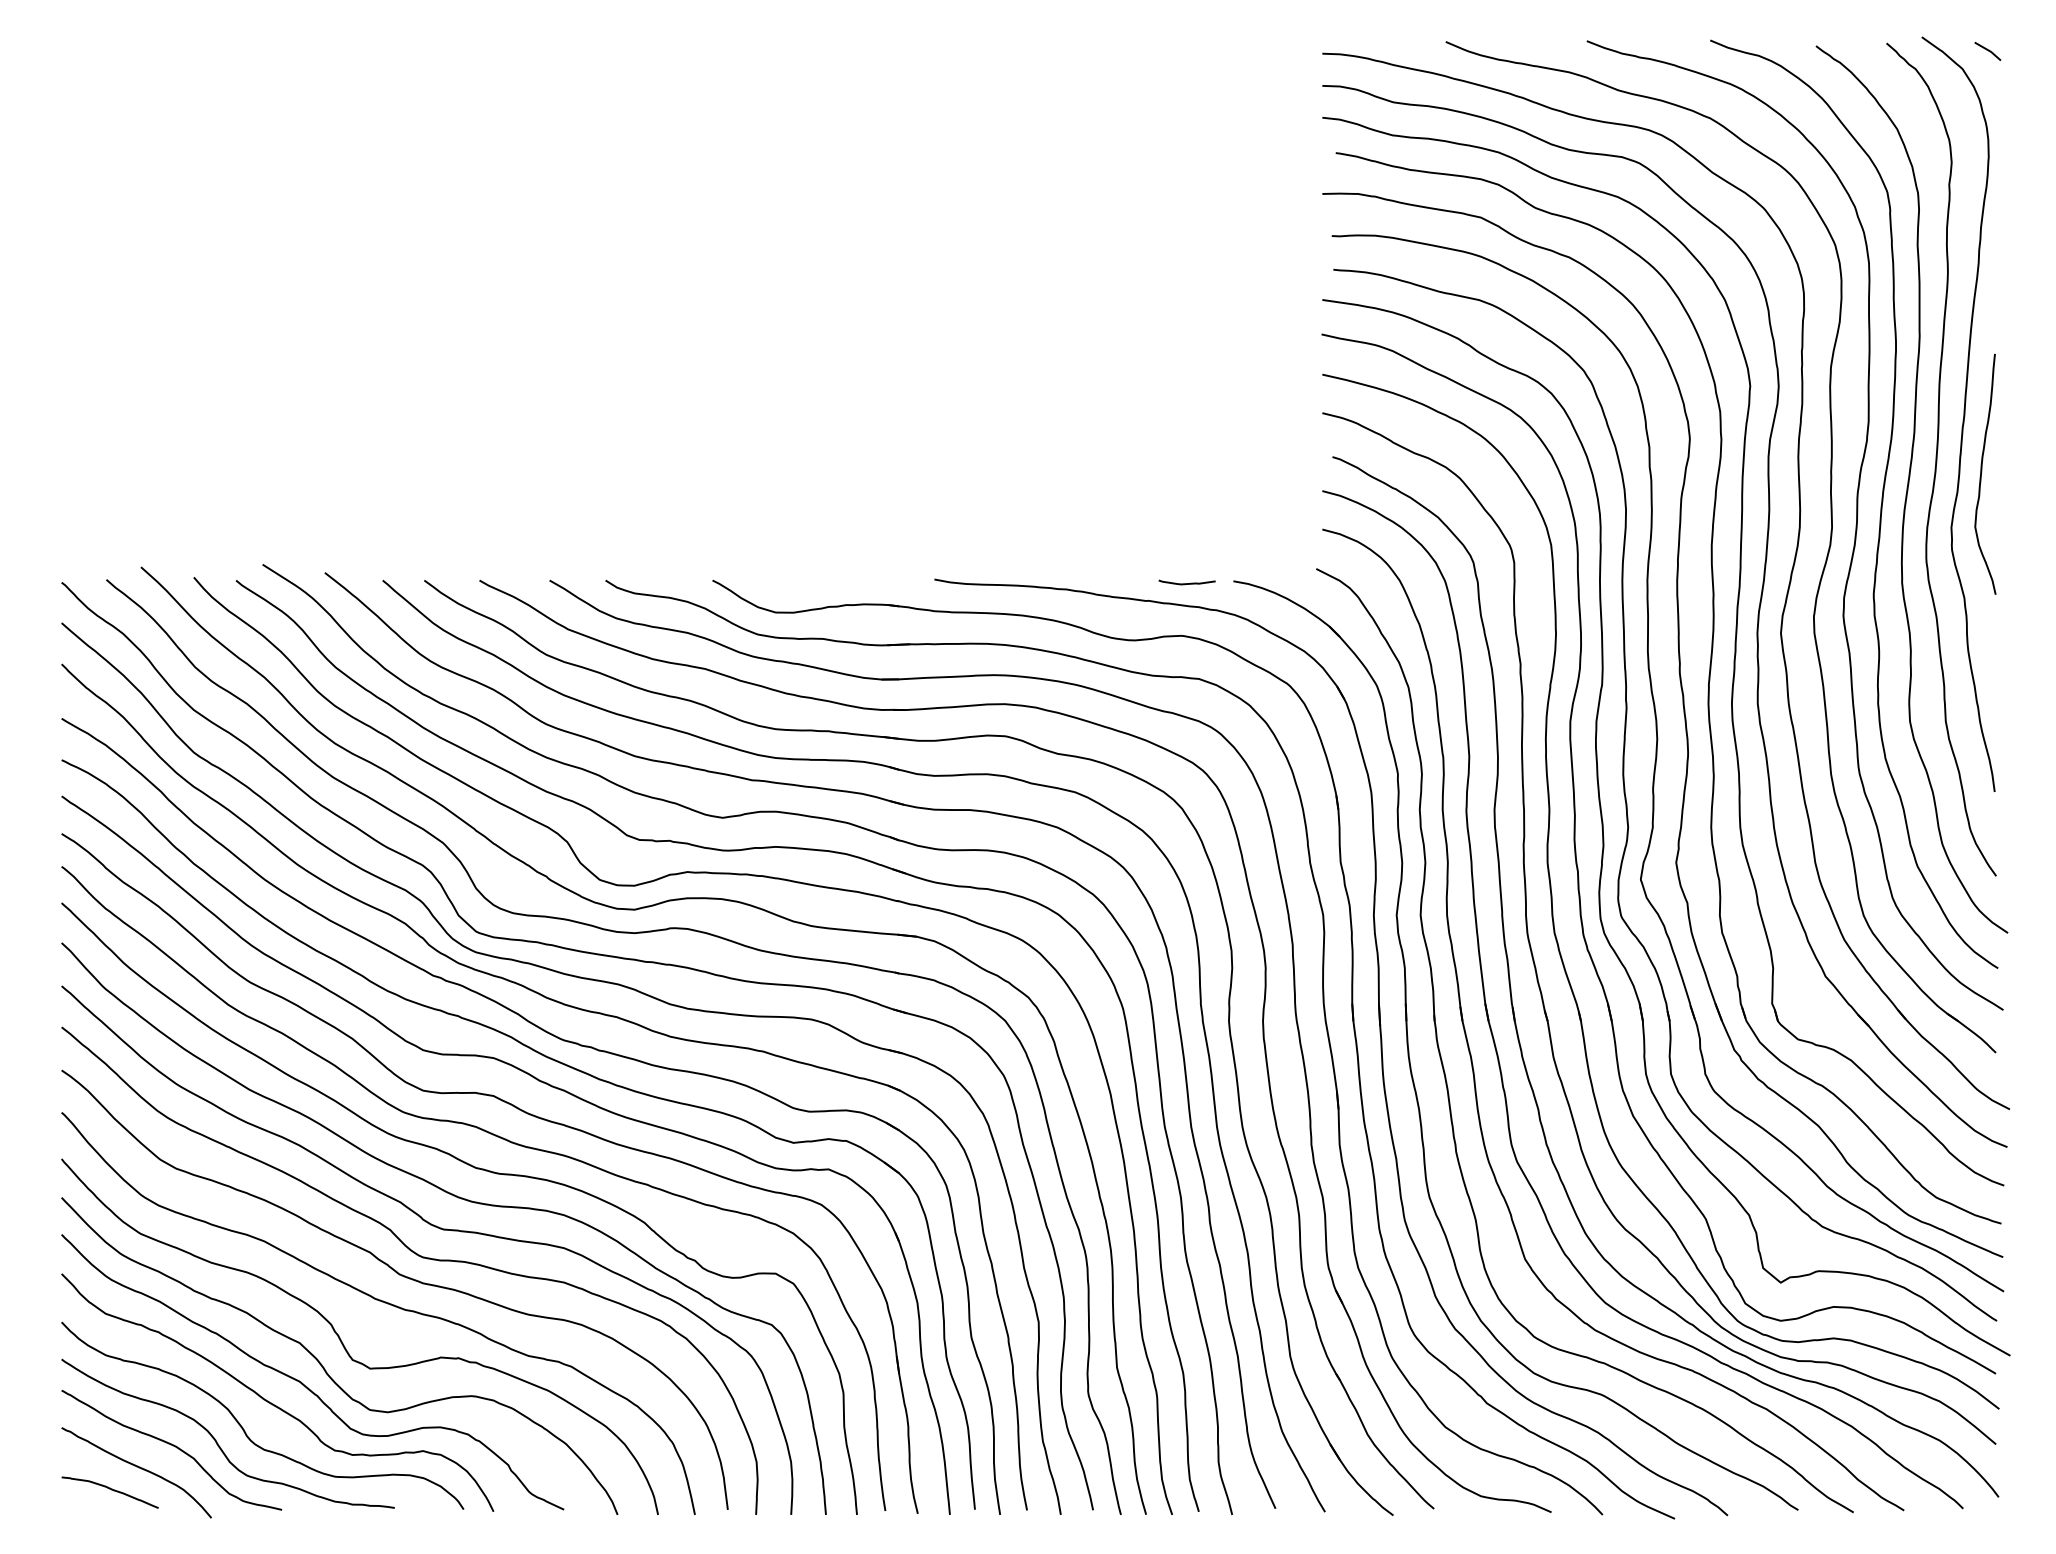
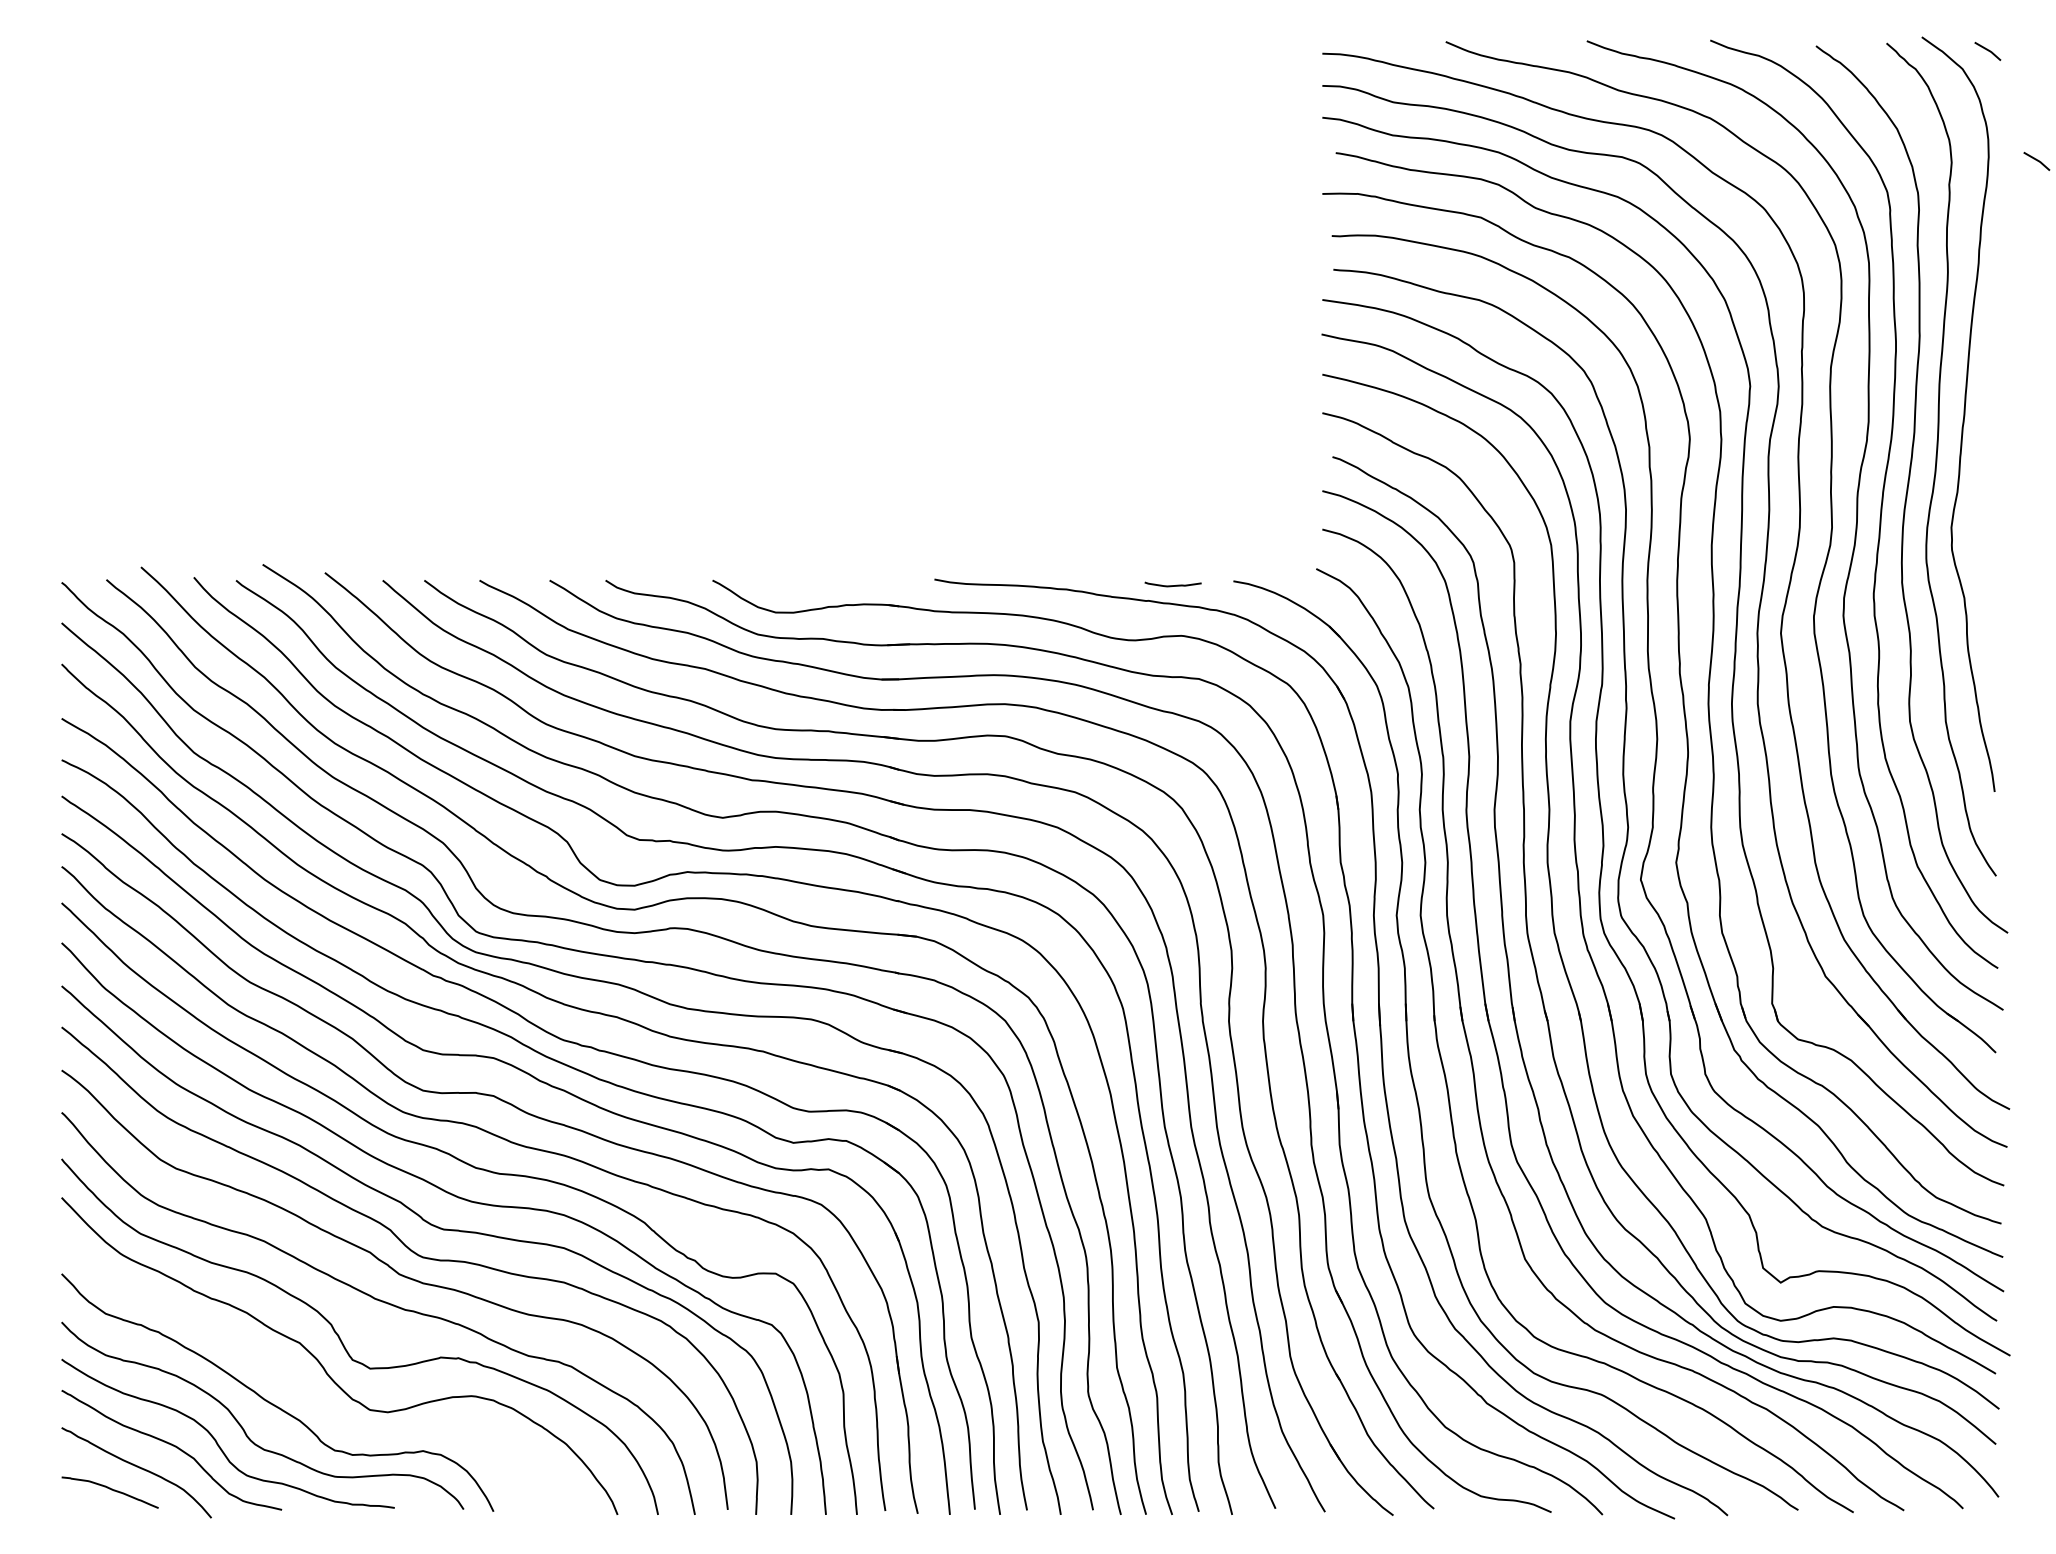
line at (2036, 160): none -> present
curve at (1982, 472): present -> none
curve at (1186, 583) position: (1186, 583) -> (1172, 585)
curve at (302, 1382): present -> none
